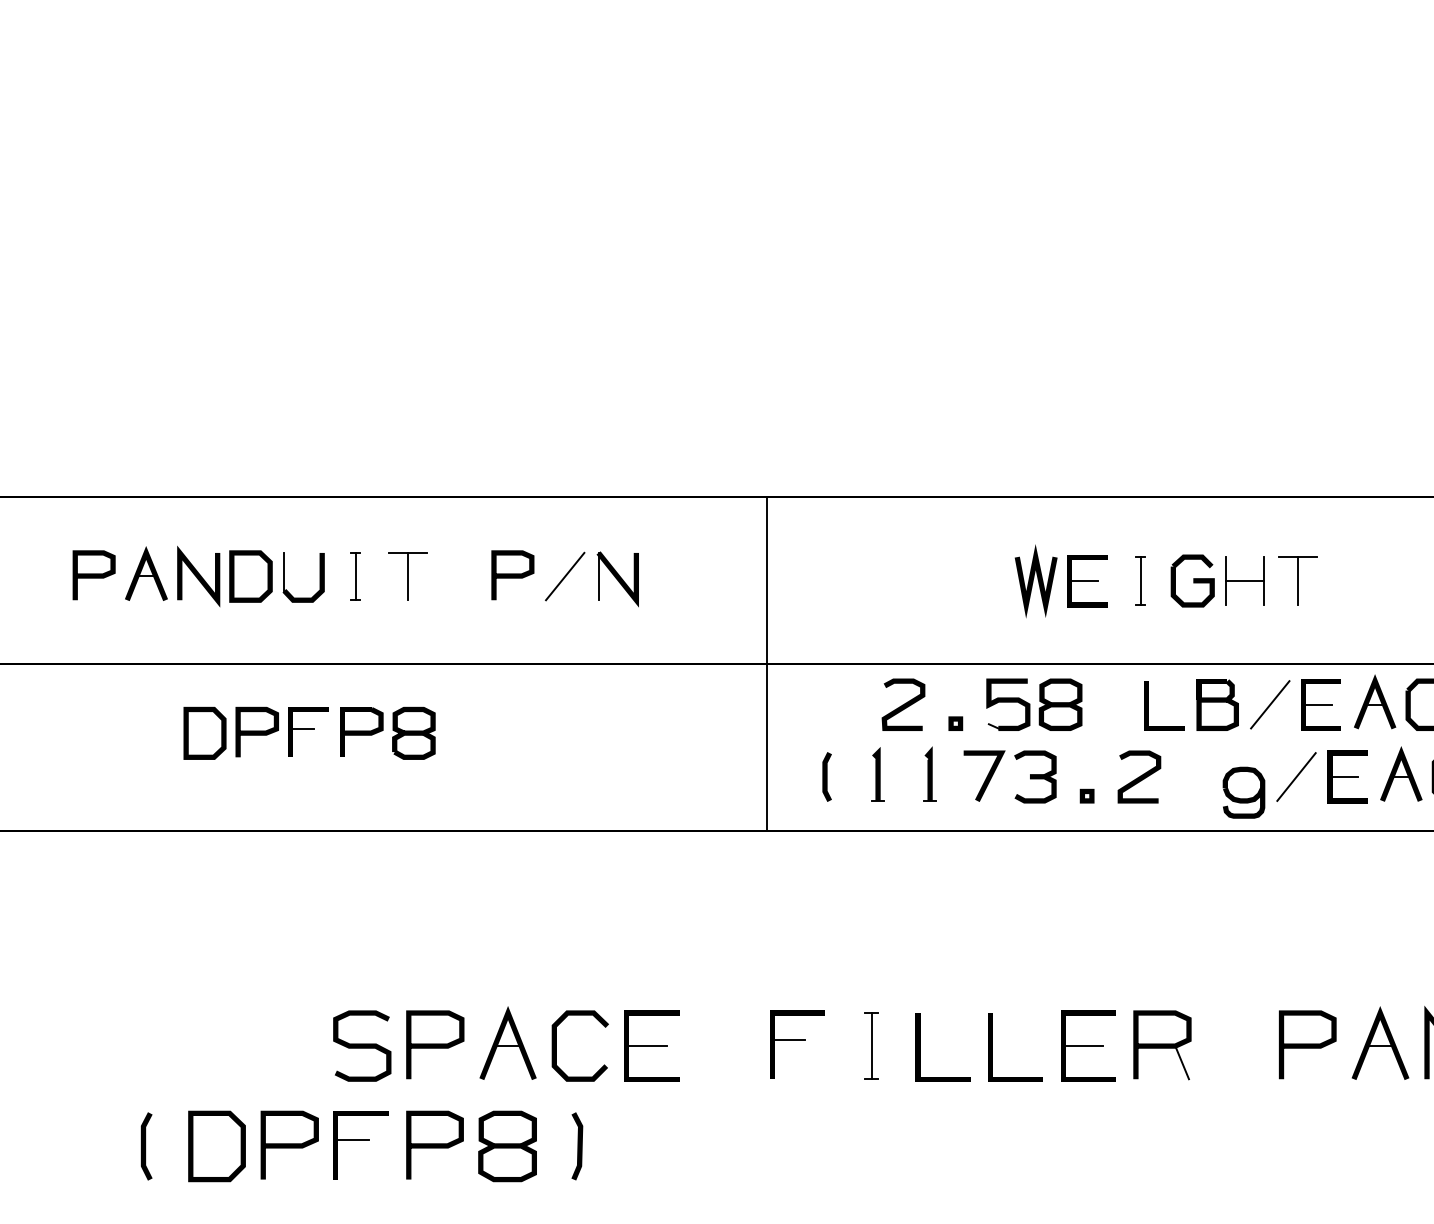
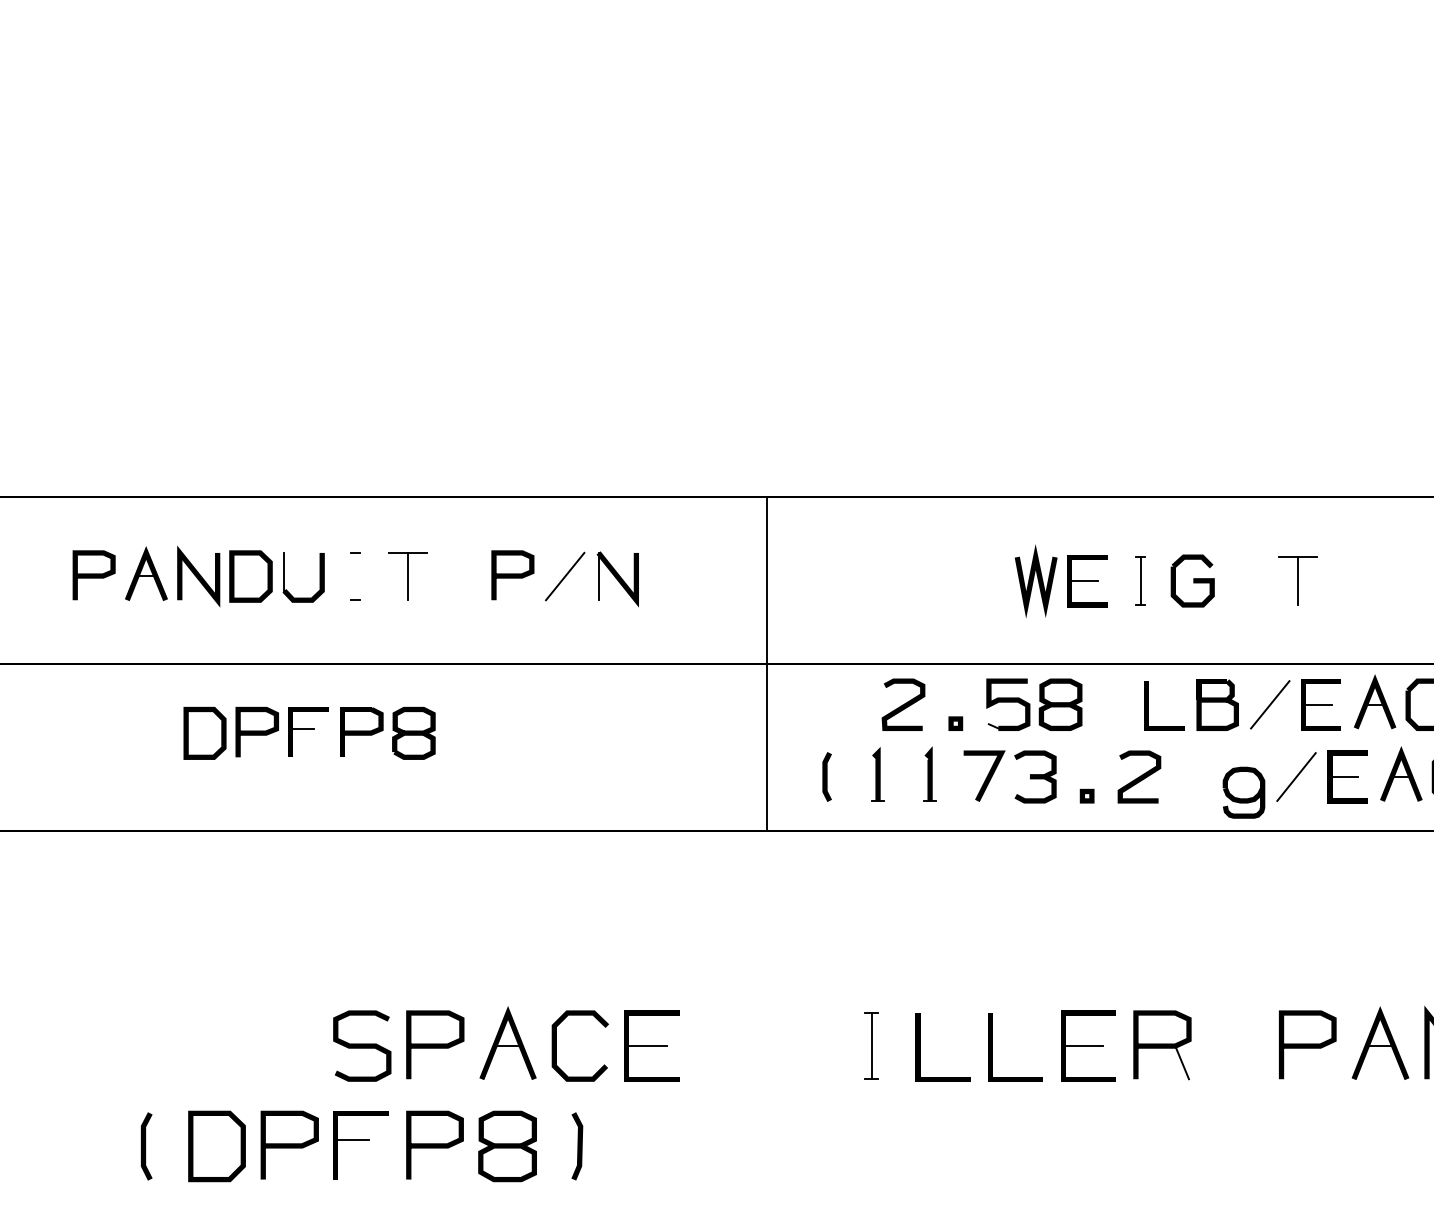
line at (355, 576): present -> none
part at (1244, 580): present -> none
part at (797, 1044): present -> none
